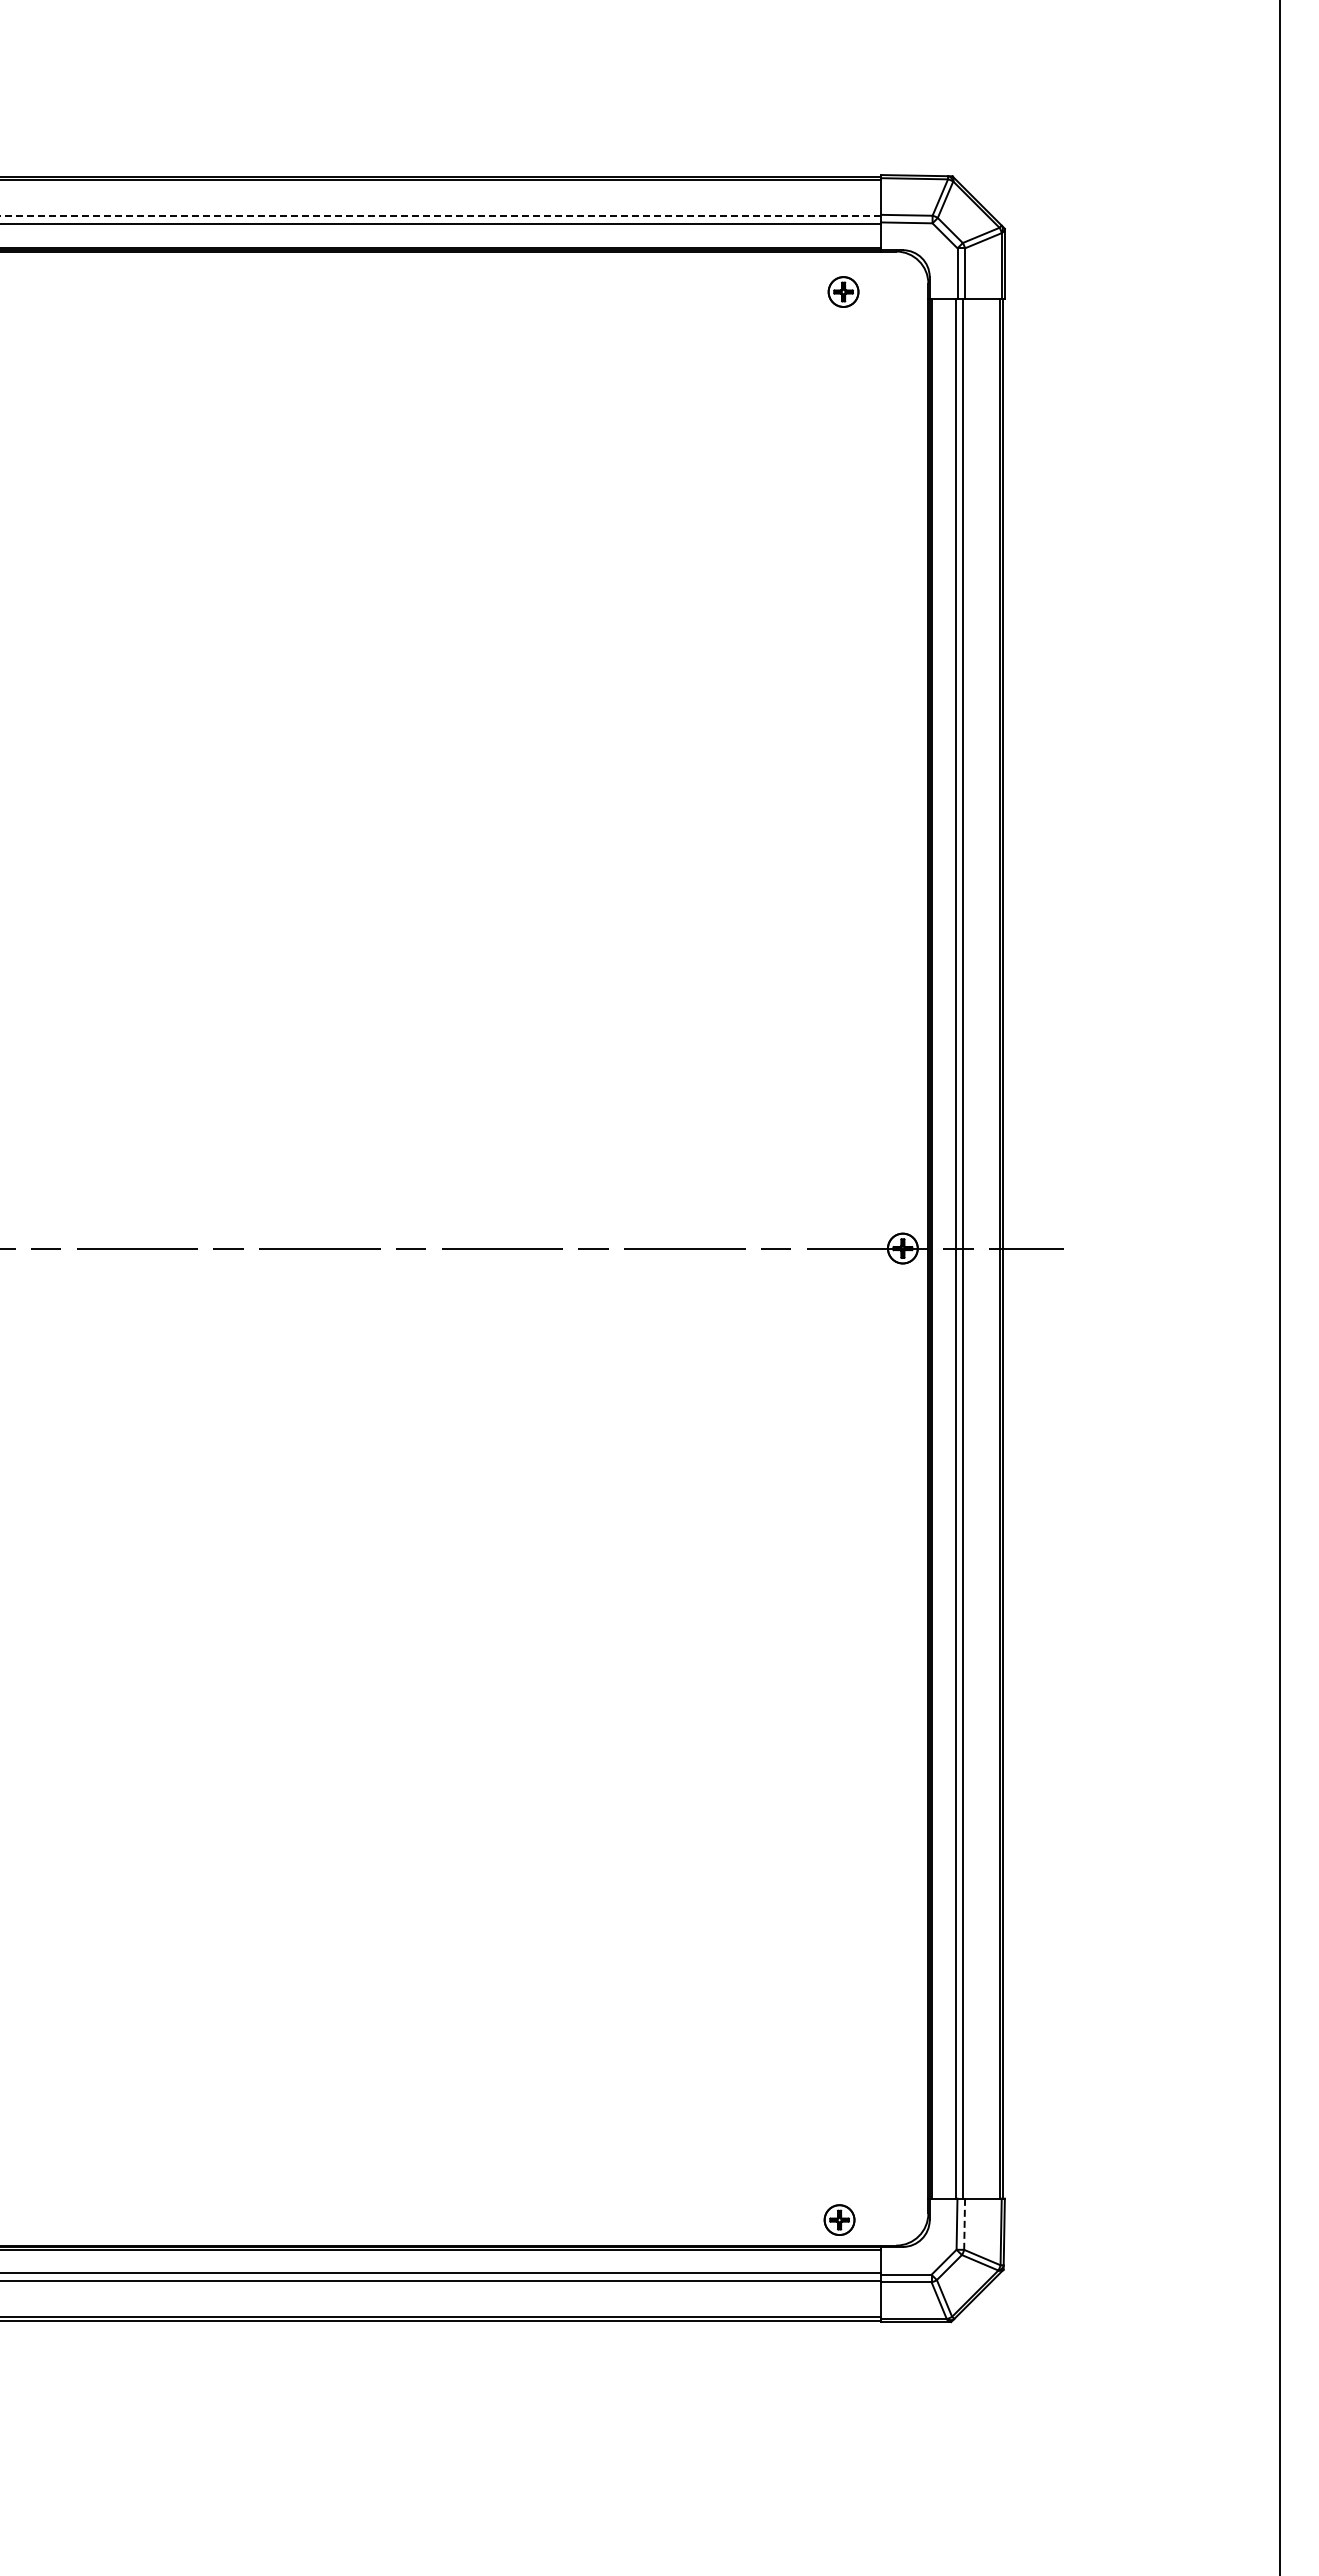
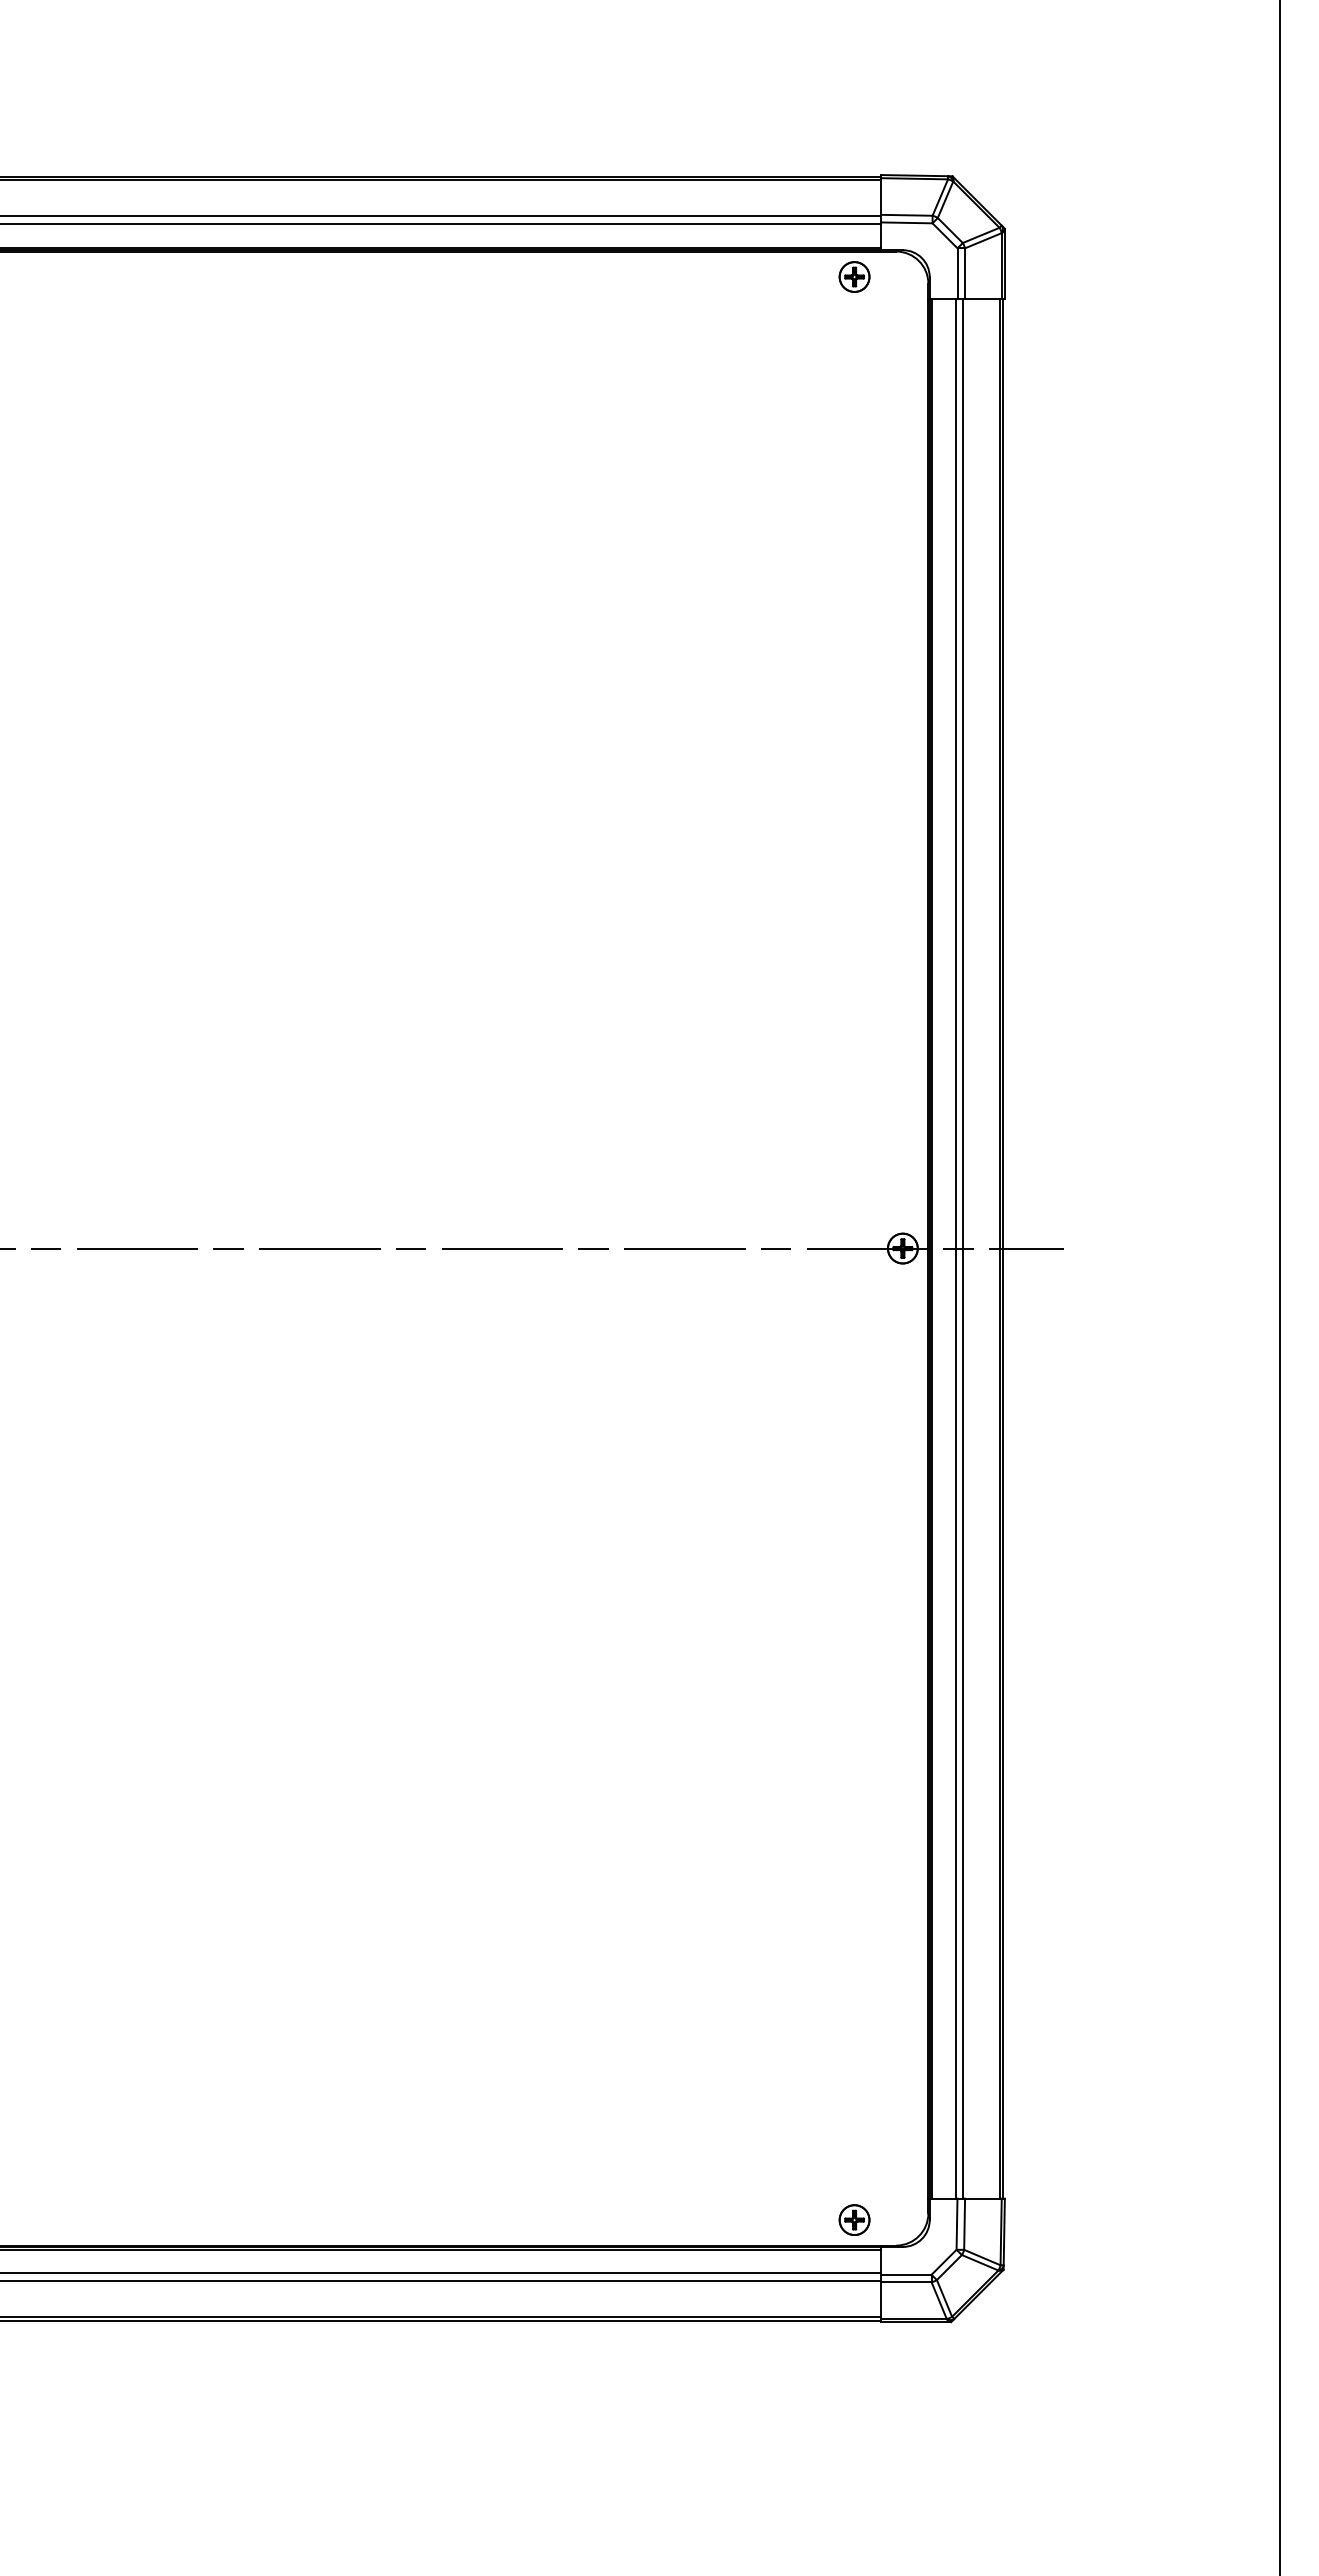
line at (440, 216): dashed -> solid
part at (843, 291) position: (843, 291) -> (854, 276)
part at (839, 2219) position: (839, 2219) -> (854, 2219)
line at (964, 2224): dashed -> solid
